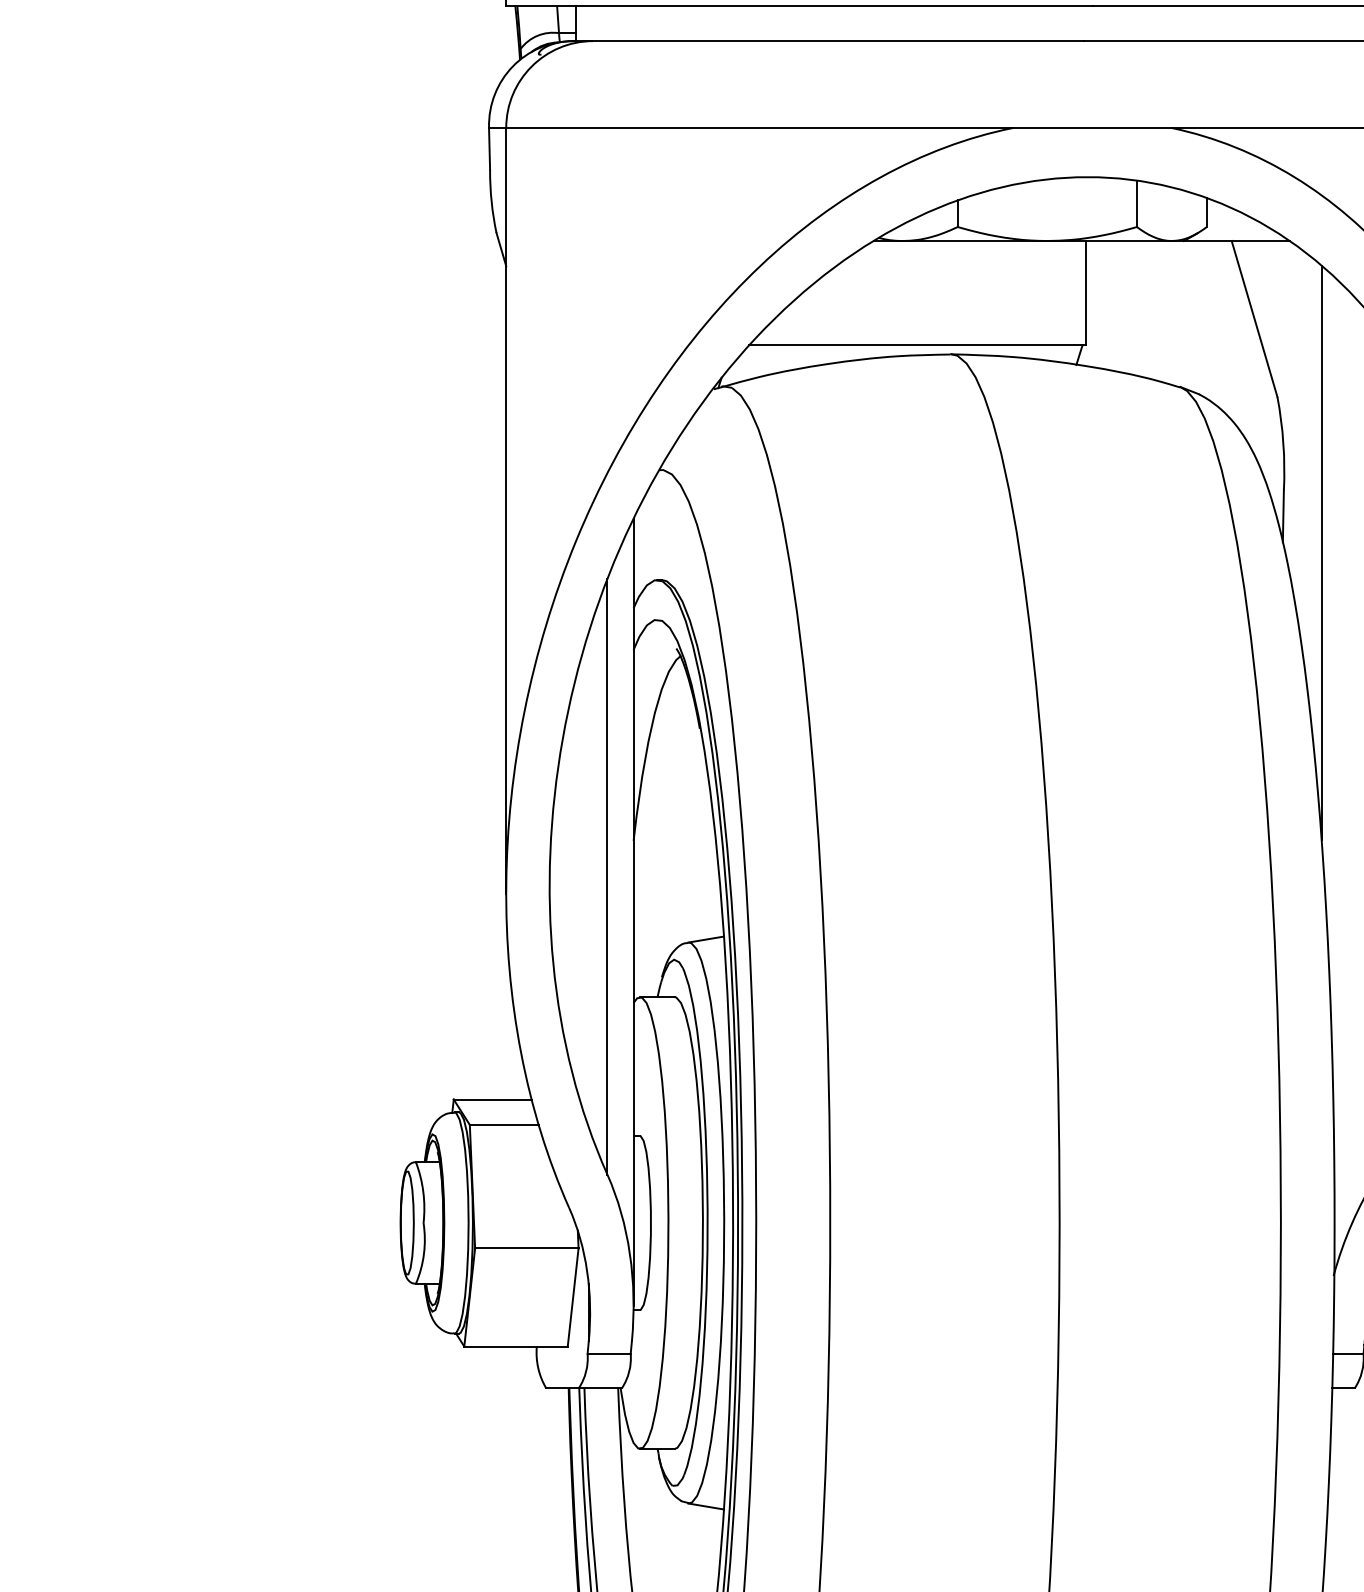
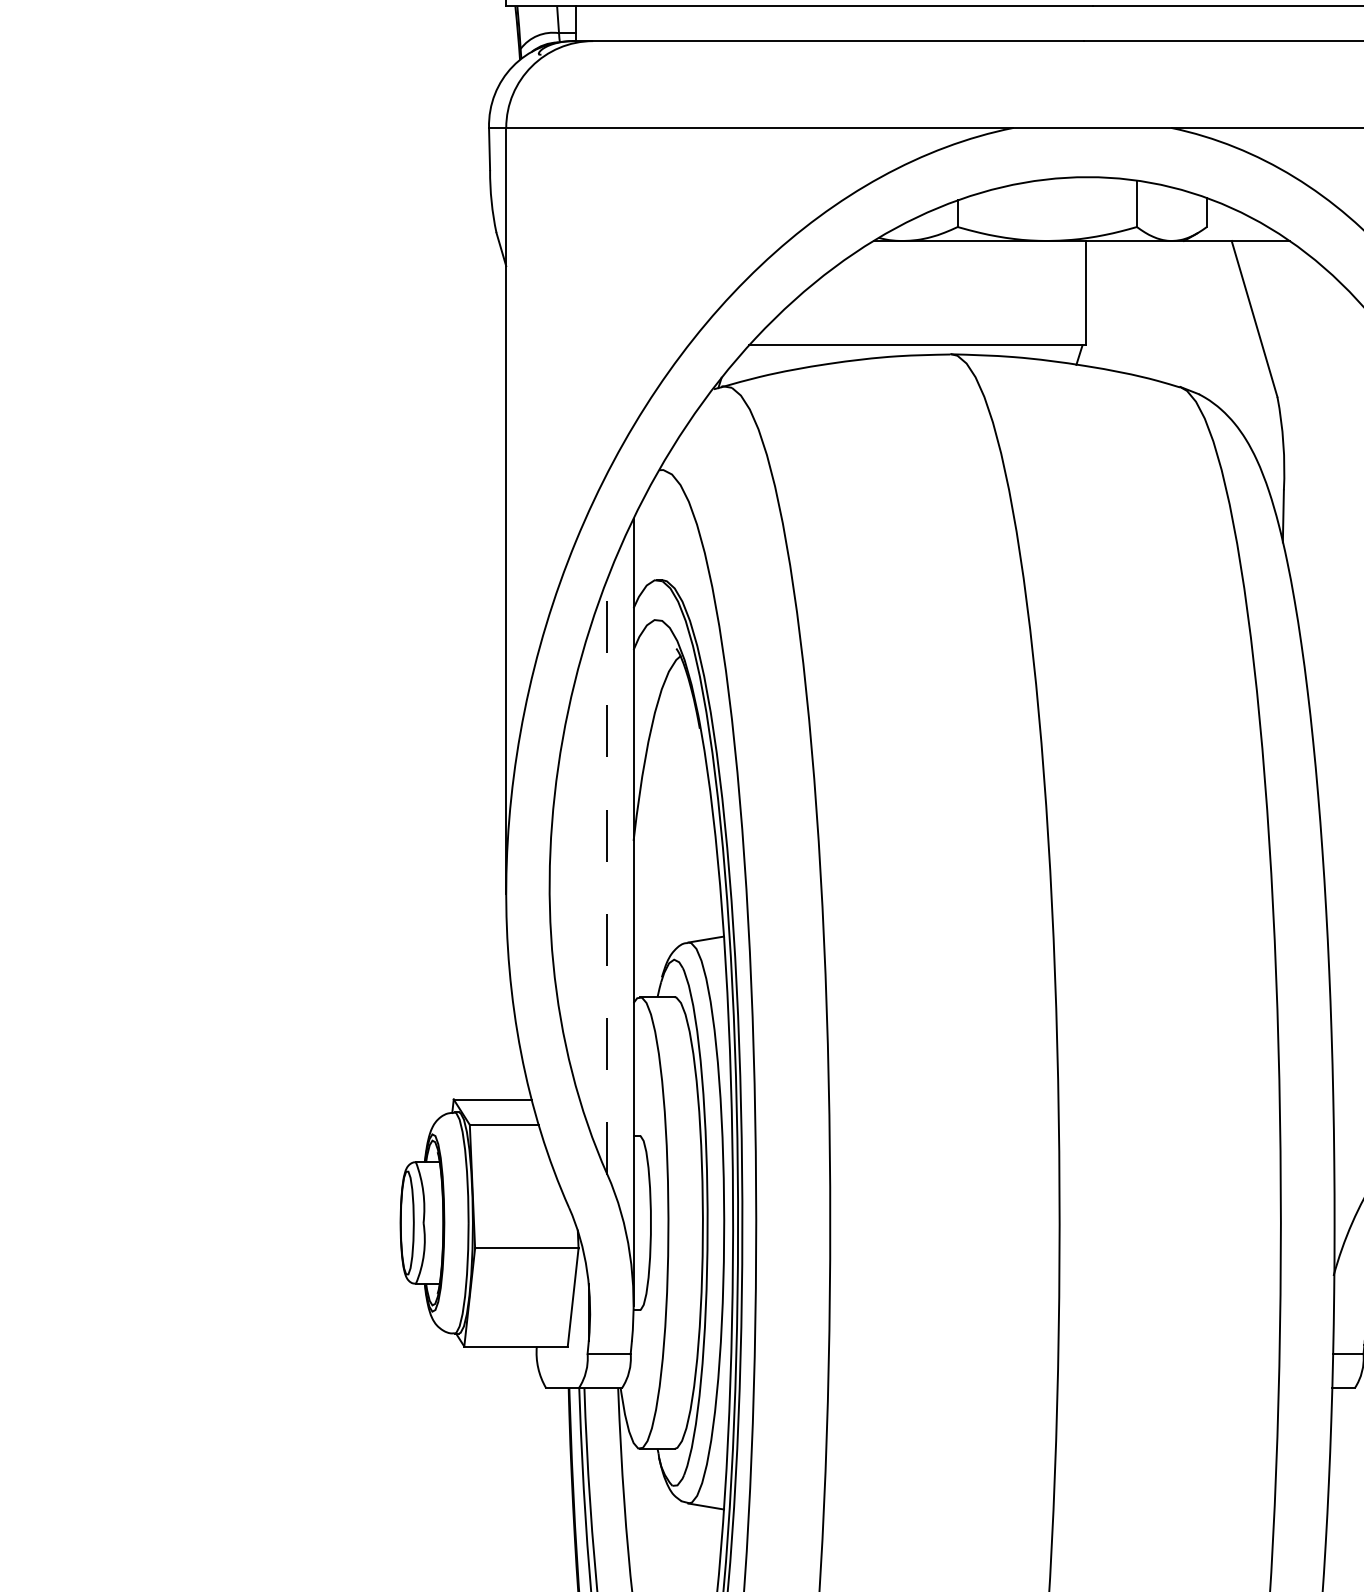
line at (1321, 552): present -> none
line at (607, 876): solid -> dashed
